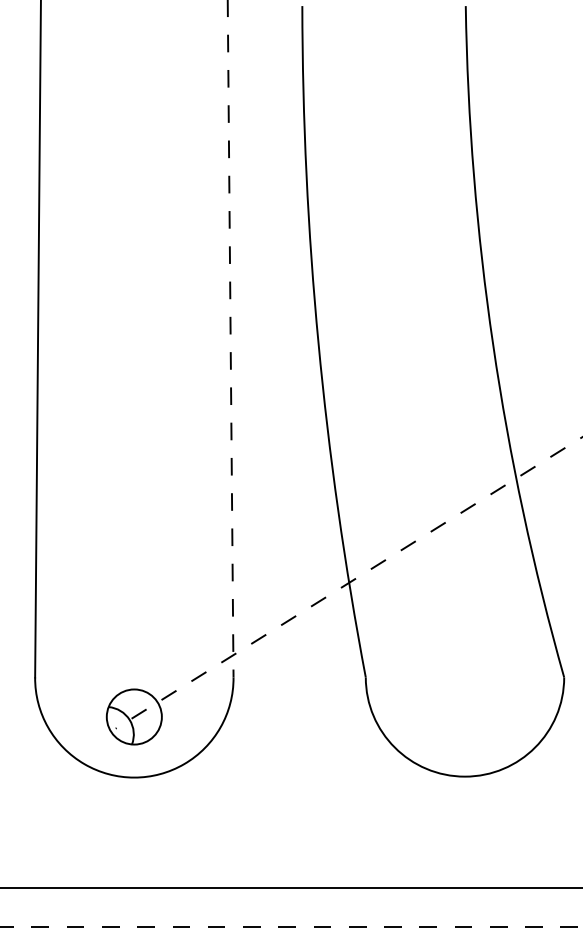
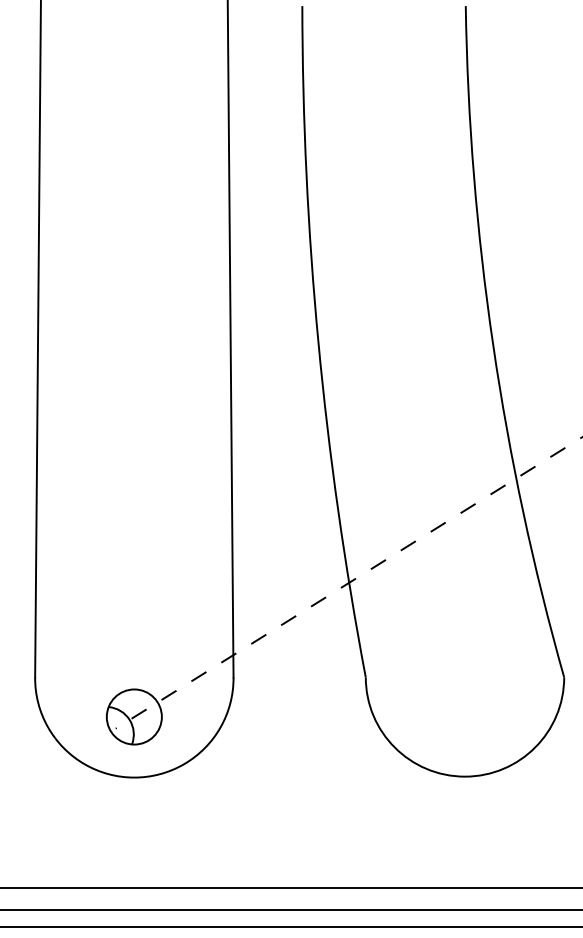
line at (230, 339): dashed -> solid
line at (290, 909): none -> present
line at (291, 927): dashed -> solid
